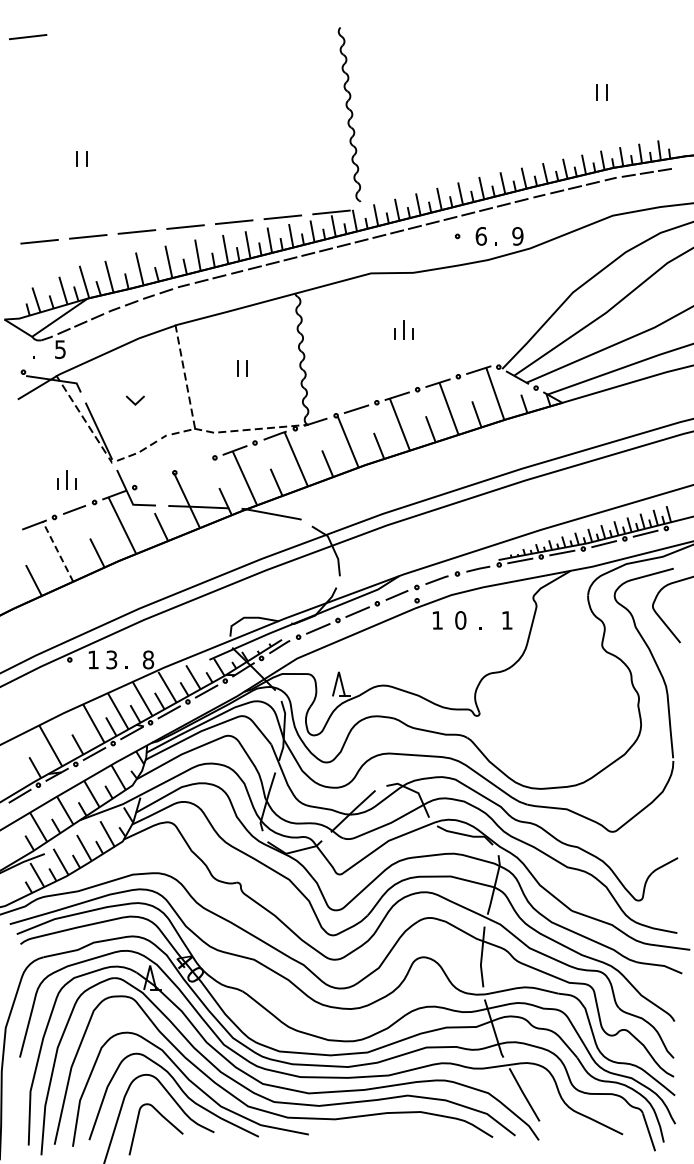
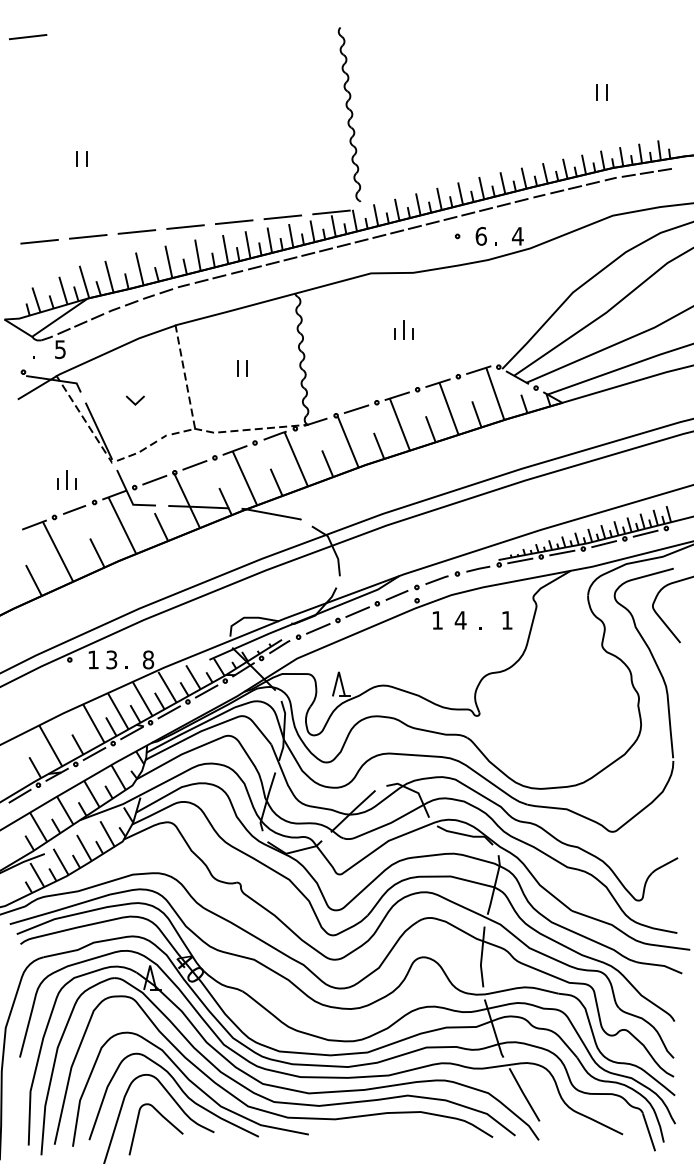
text at (517, 236): 9 -> 4
line at (194, 465): none -> present
line at (154, 479): none -> present
line at (58, 551): dashed -> solid
text at (460, 620): 0 -> 4
